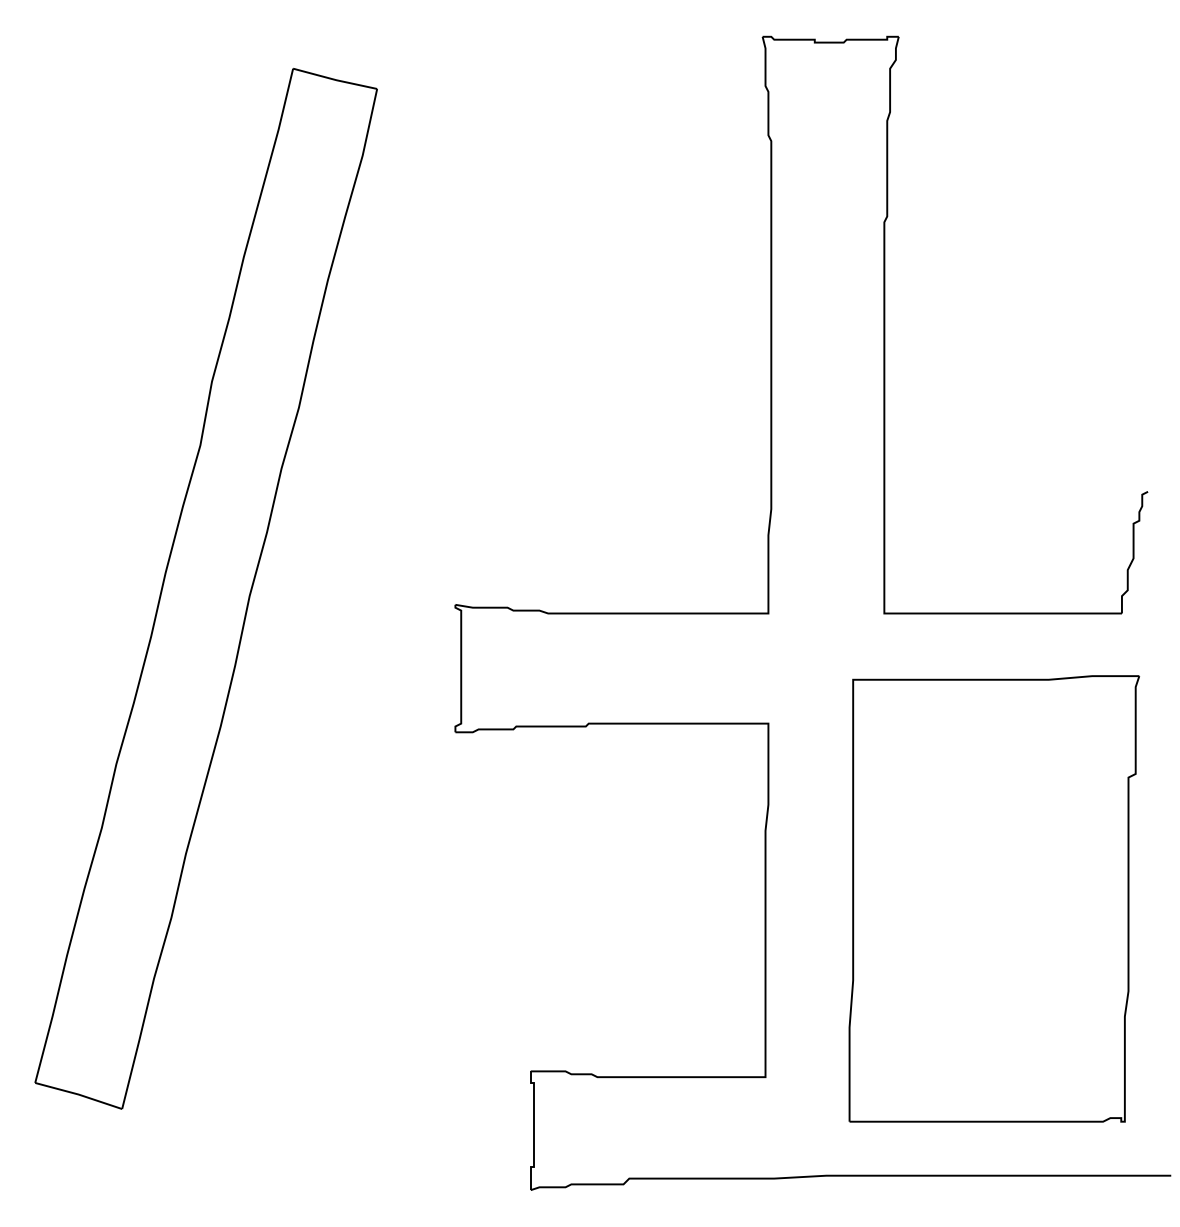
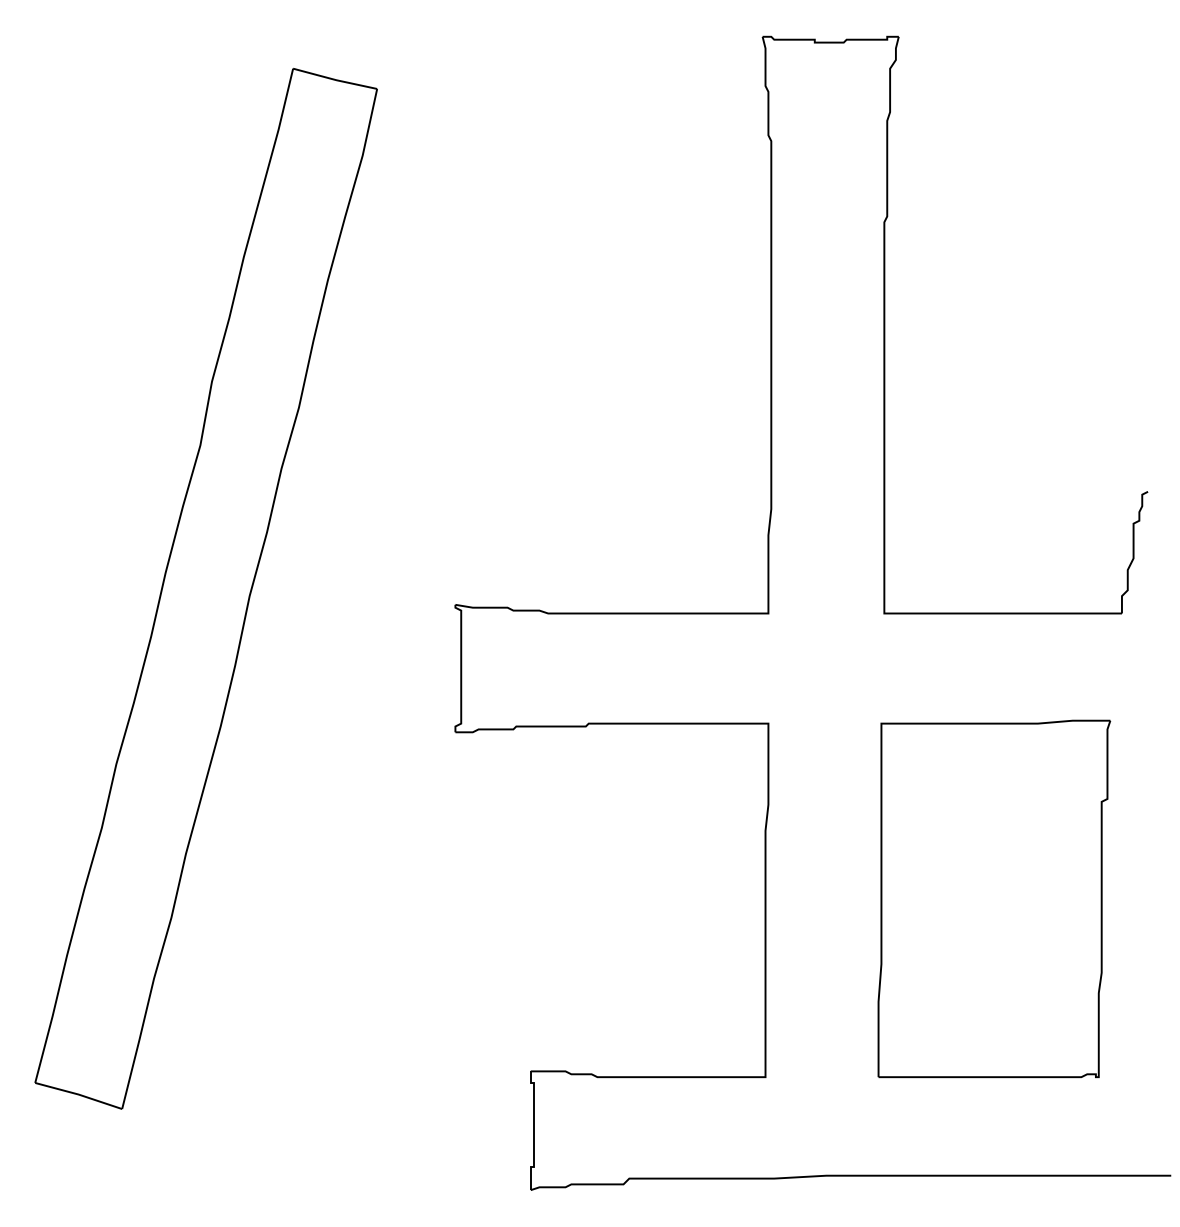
part at (993, 898) size: 292x448 px -> 235x360 px
